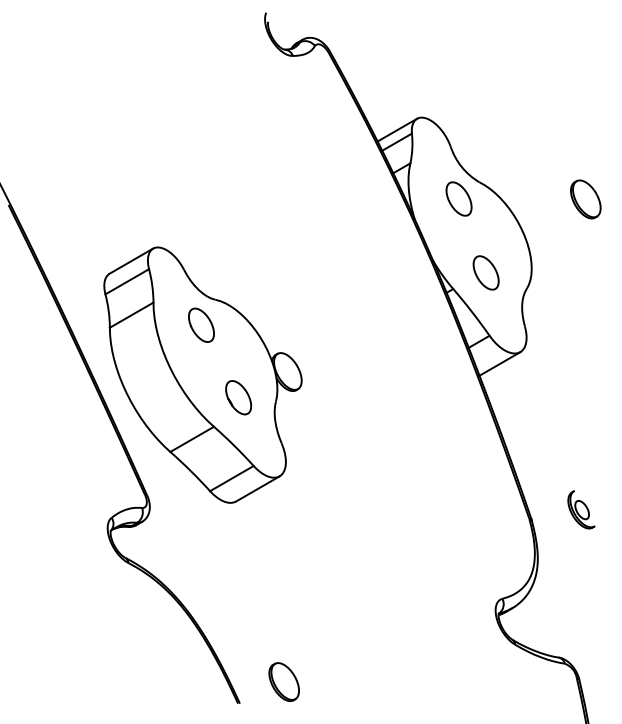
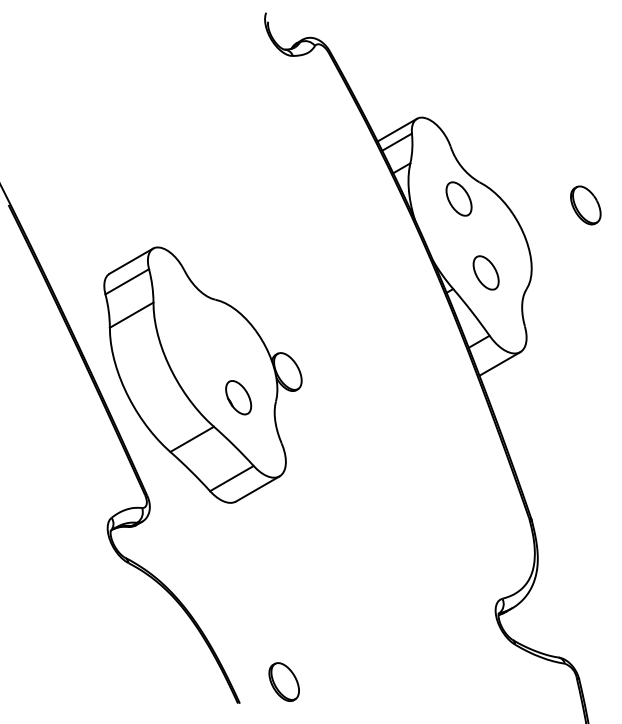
part at (585, 199) position: (585, 199) -> (585, 205)
part at (201, 324): present -> none
part at (581, 509): present -> none
